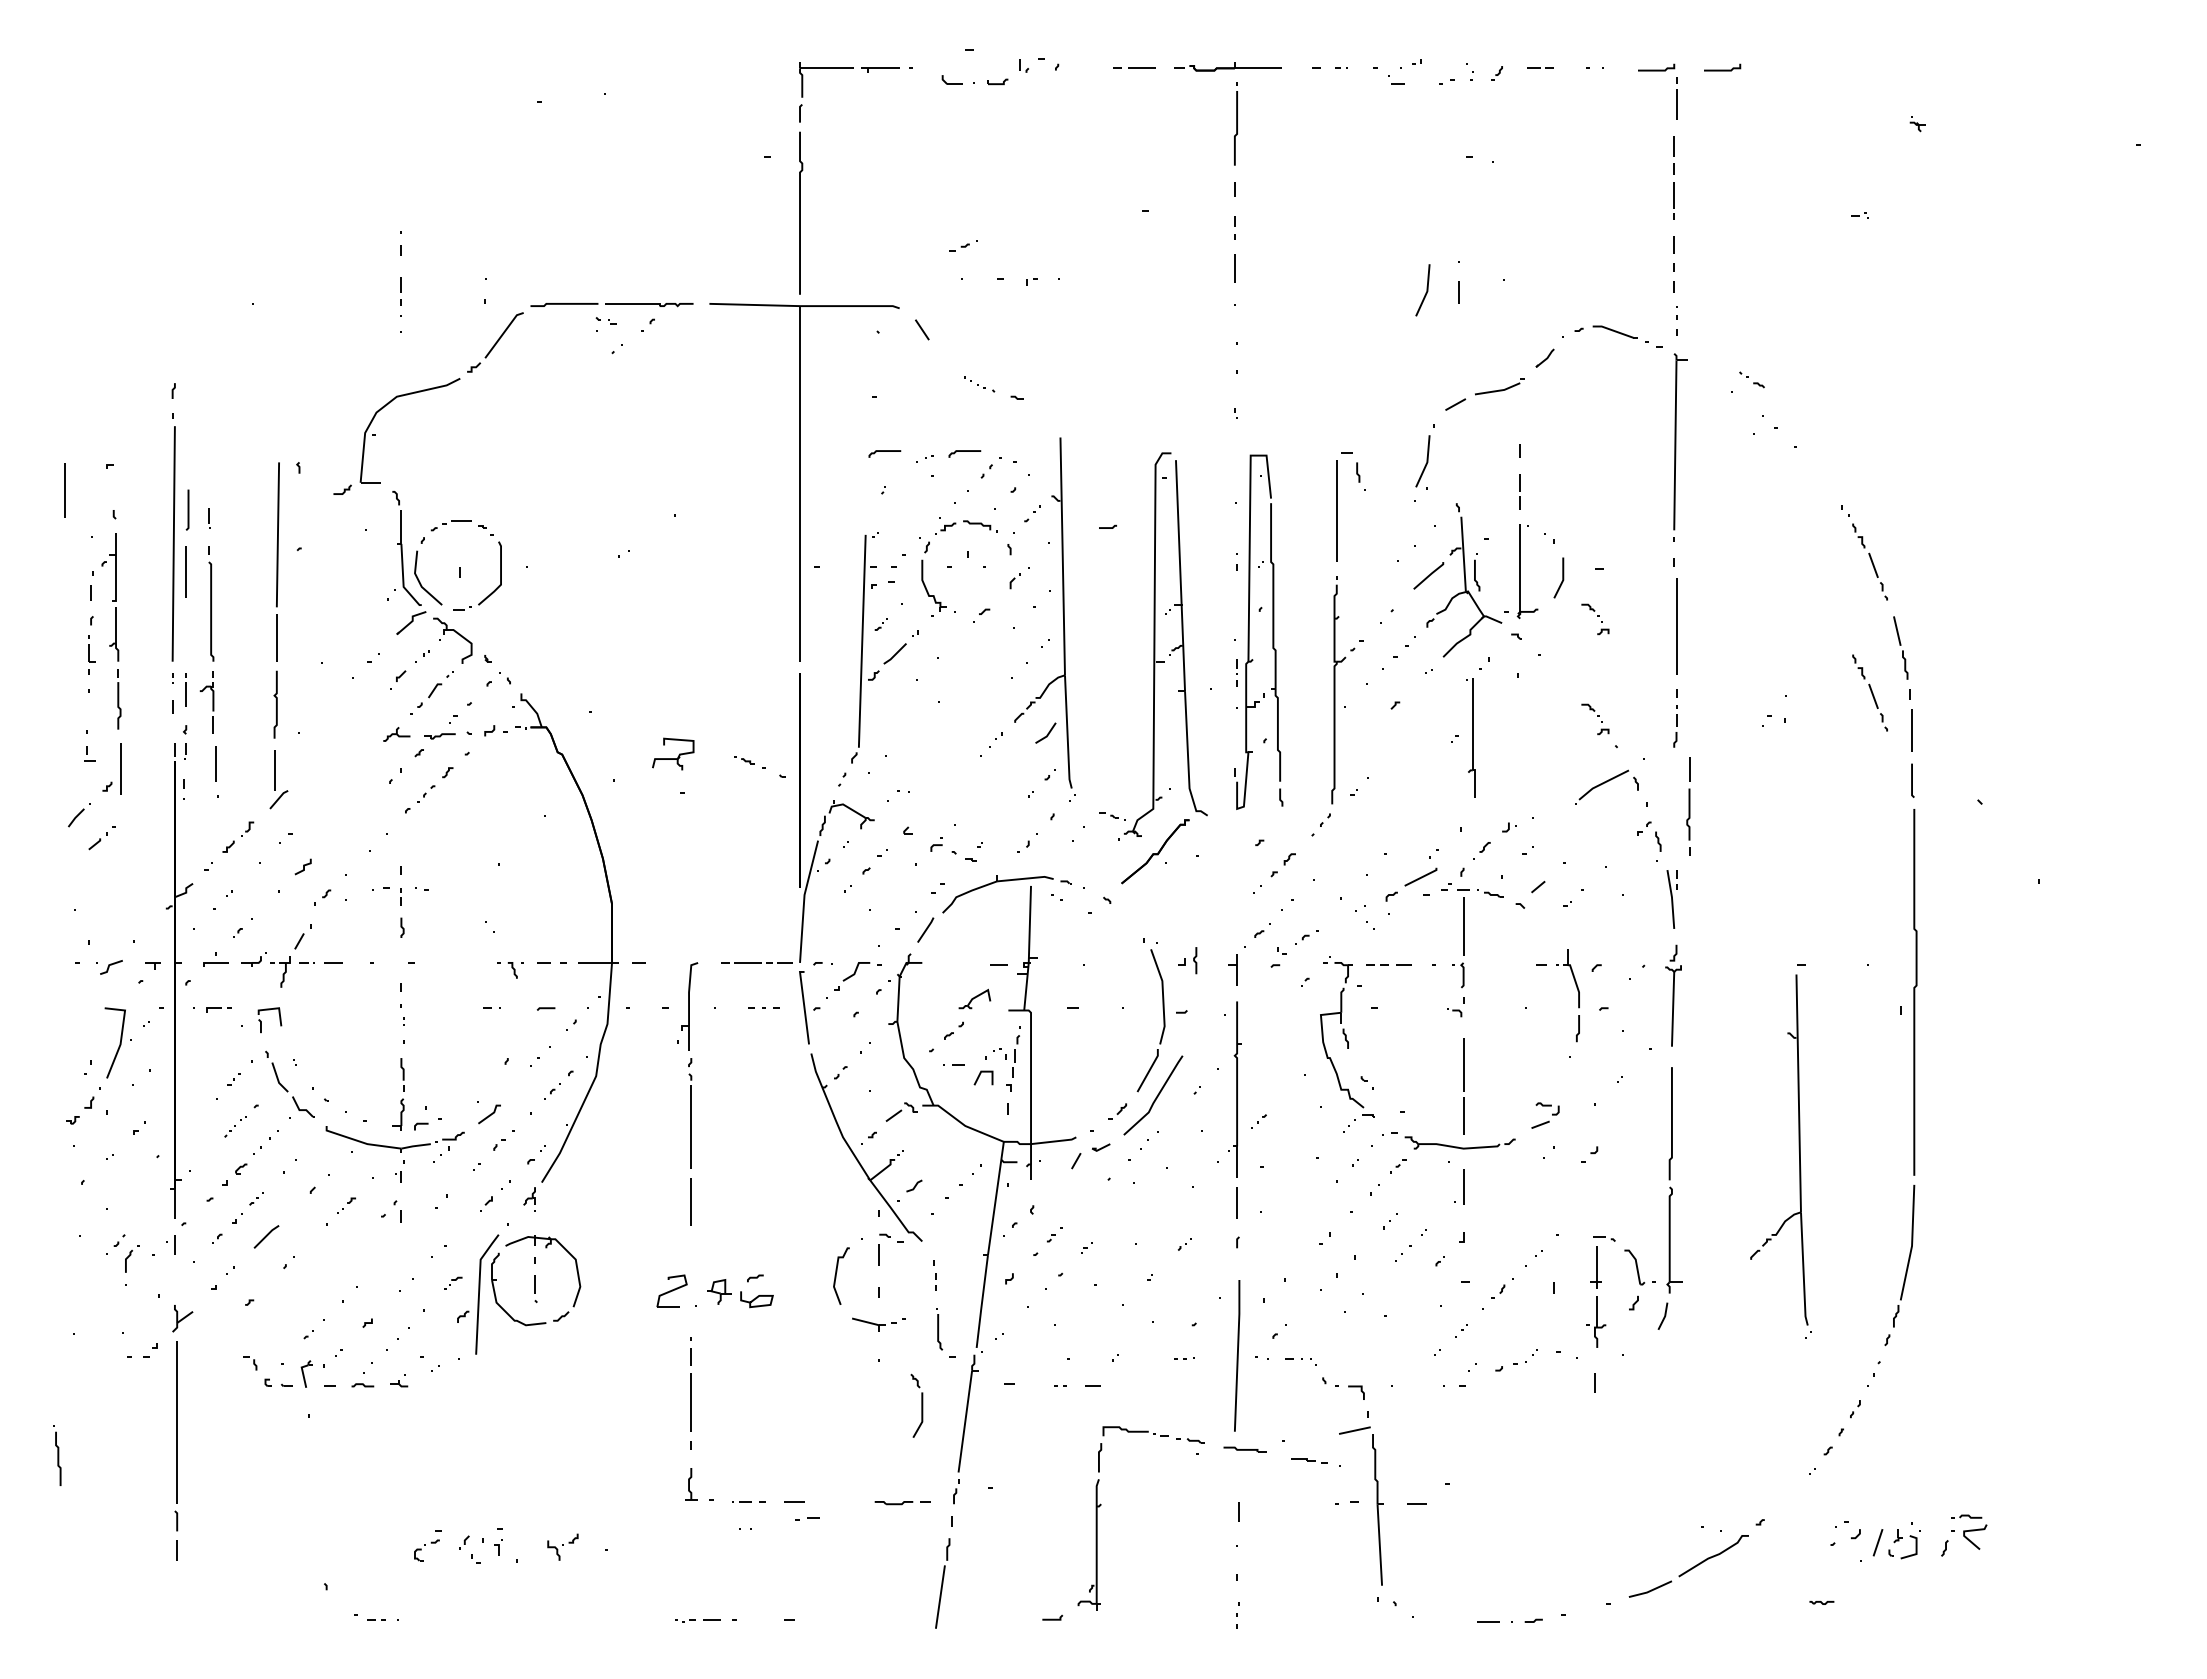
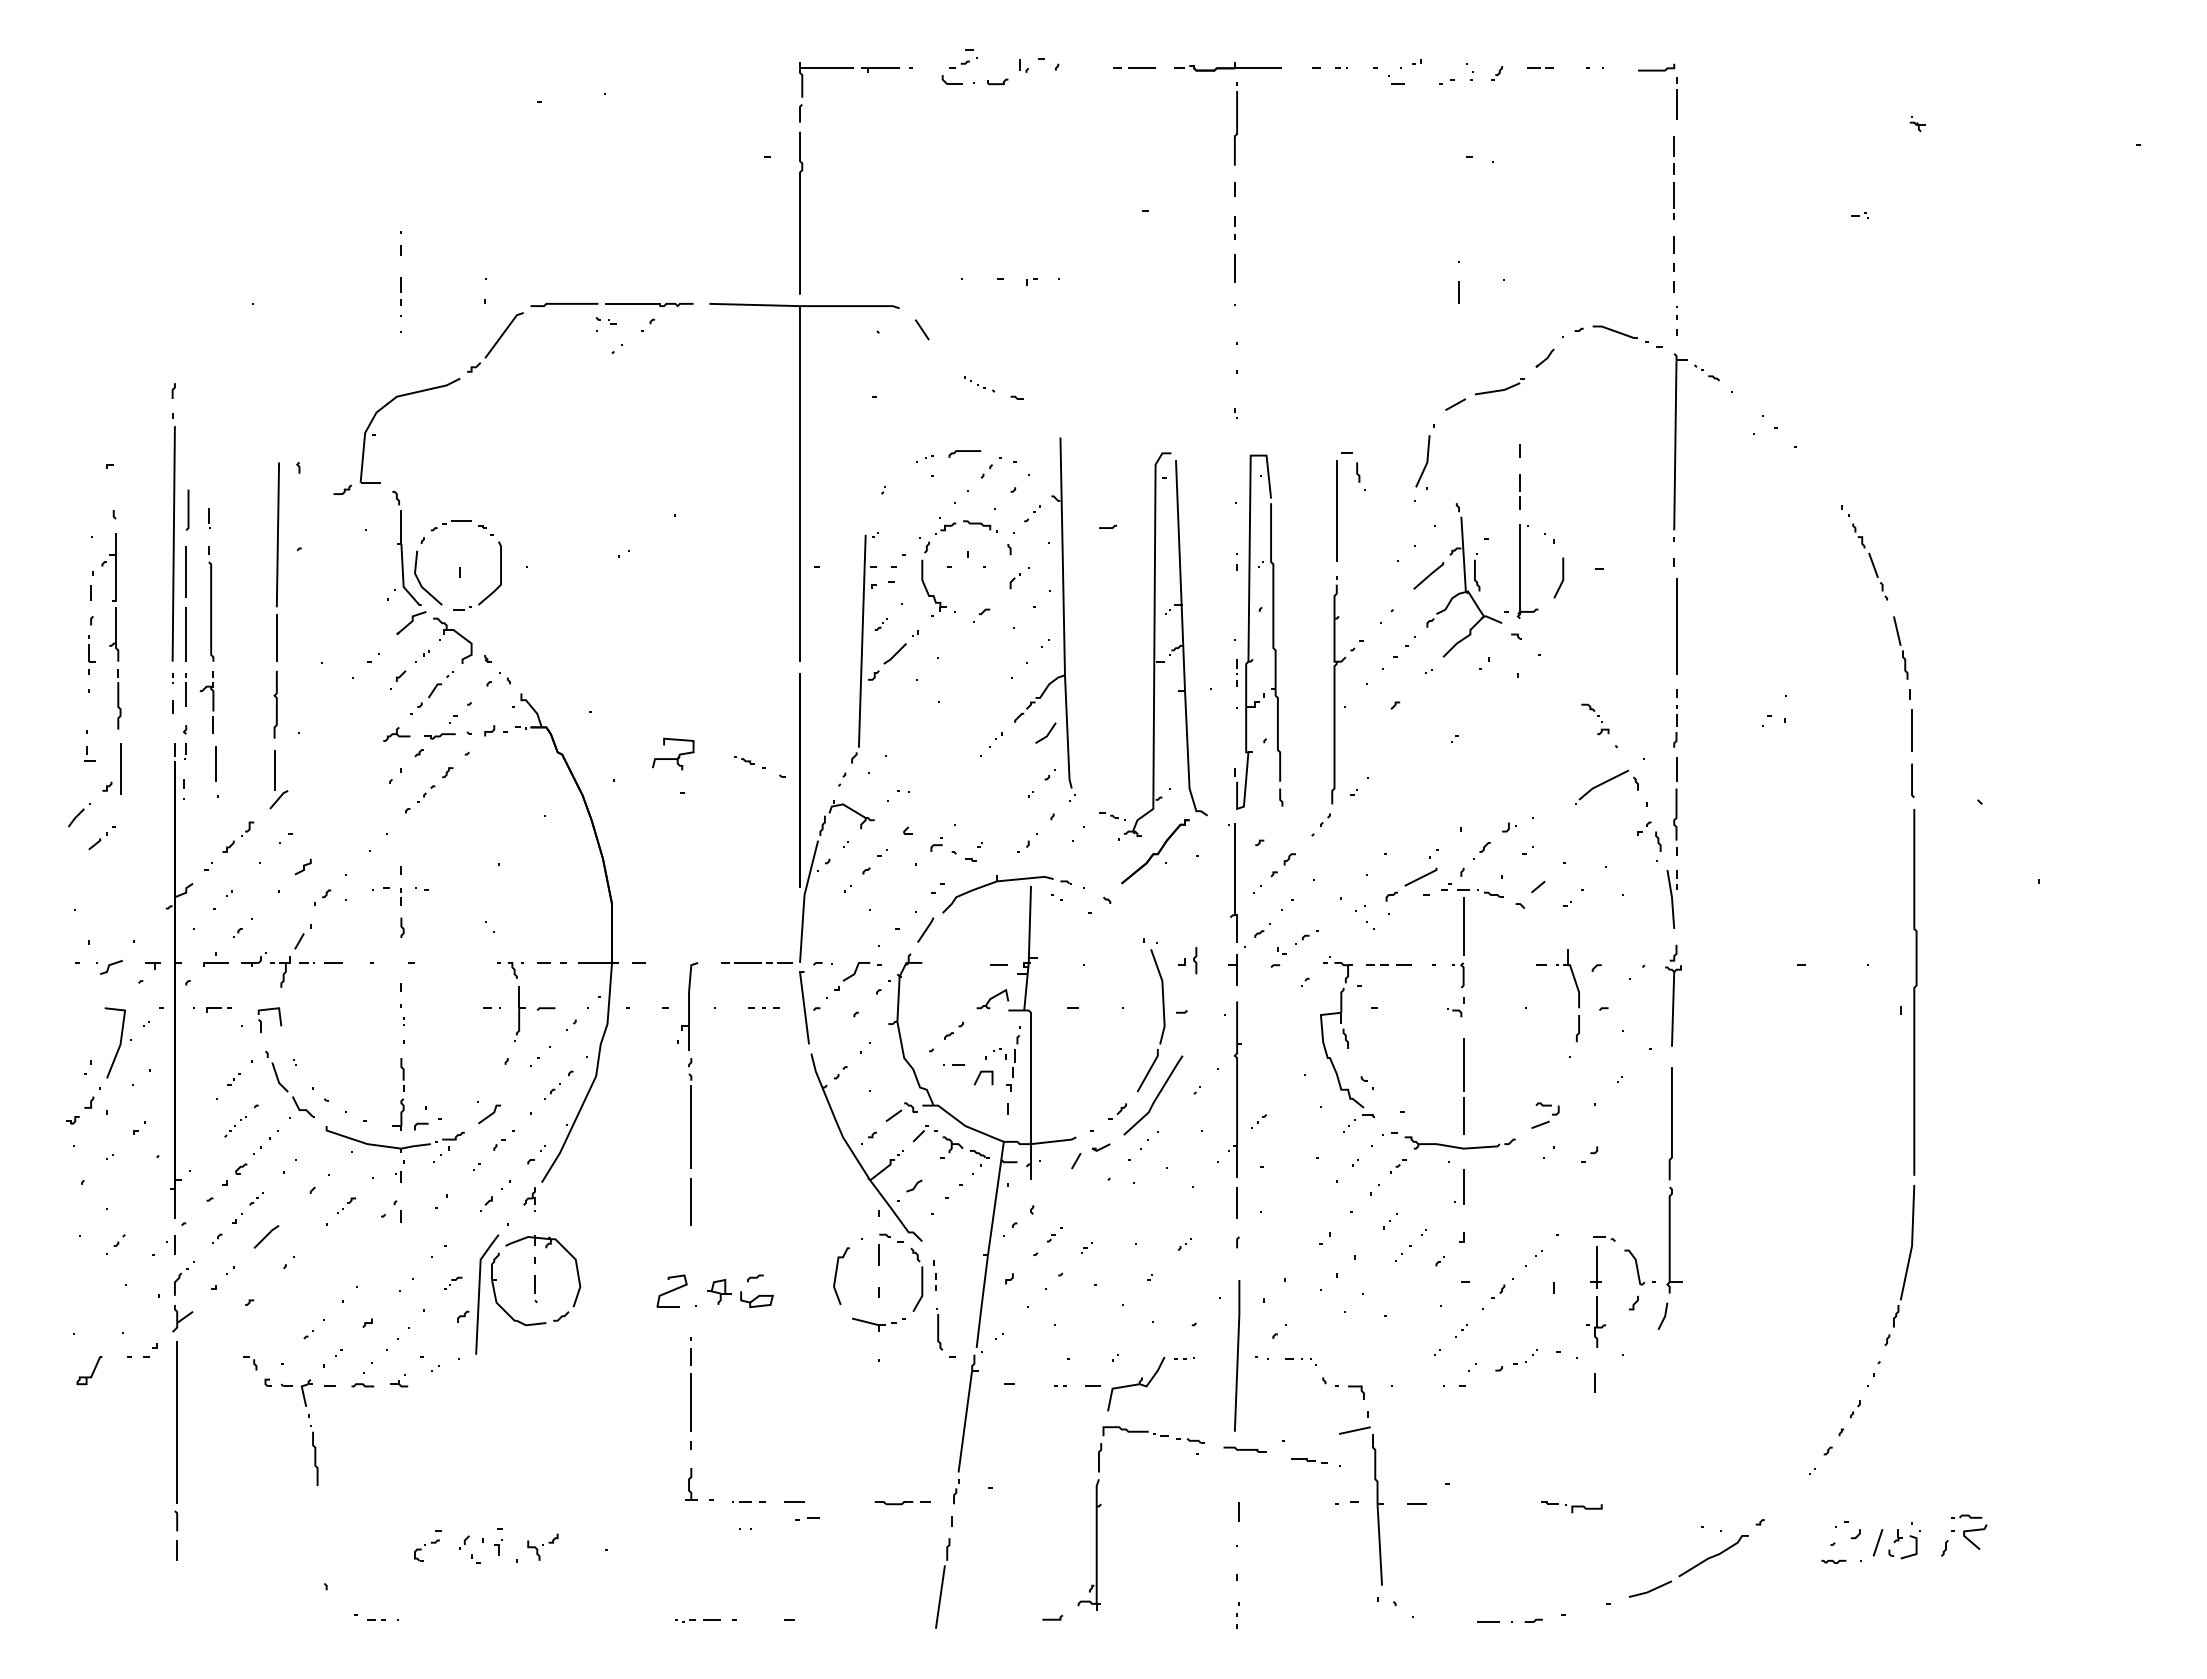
line at (1722, 69): present -> none
part at (963, 245) position: (963, 245) -> (963, 62)
line at (1425, 292): present -> none
part at (1751, 379) position: (1751, 379) -> (1706, 372)
curve at (884, 451): present -> none
line at (64, 490) position: (64, 490) -> (185, 634)
part at (1595, 619): present -> none
part at (1869, 692): present -> none
part at (1470, 737) position: (1470, 737) -> (1232, 882)
part at (1688, 806) position: (1688, 806) -> (1675, 806)
part at (974, 998) position: (974, 998) -> (992, 998)
part at (519, 1013): none -> present
part at (950, 1141): none -> present
part at (1798, 1150): present -> none
part at (132, 1258) position: (132, 1258) -> (181, 1281)
part at (89, 1370): none -> present
part at (306, 1373) position: (306, 1373) -> (306, 1392)
part at (1136, 1383): none -> present
part at (916, 1405) position: (916, 1405) -> (916, 1279)
part at (57, 1455) position: (57, 1455) -> (314, 1455)
part at (1571, 1507): none -> present
part at (562, 1546) position: (562, 1546) -> (542, 1546)
part at (1821, 1602) position: (1821, 1602) -> (1833, 1561)
